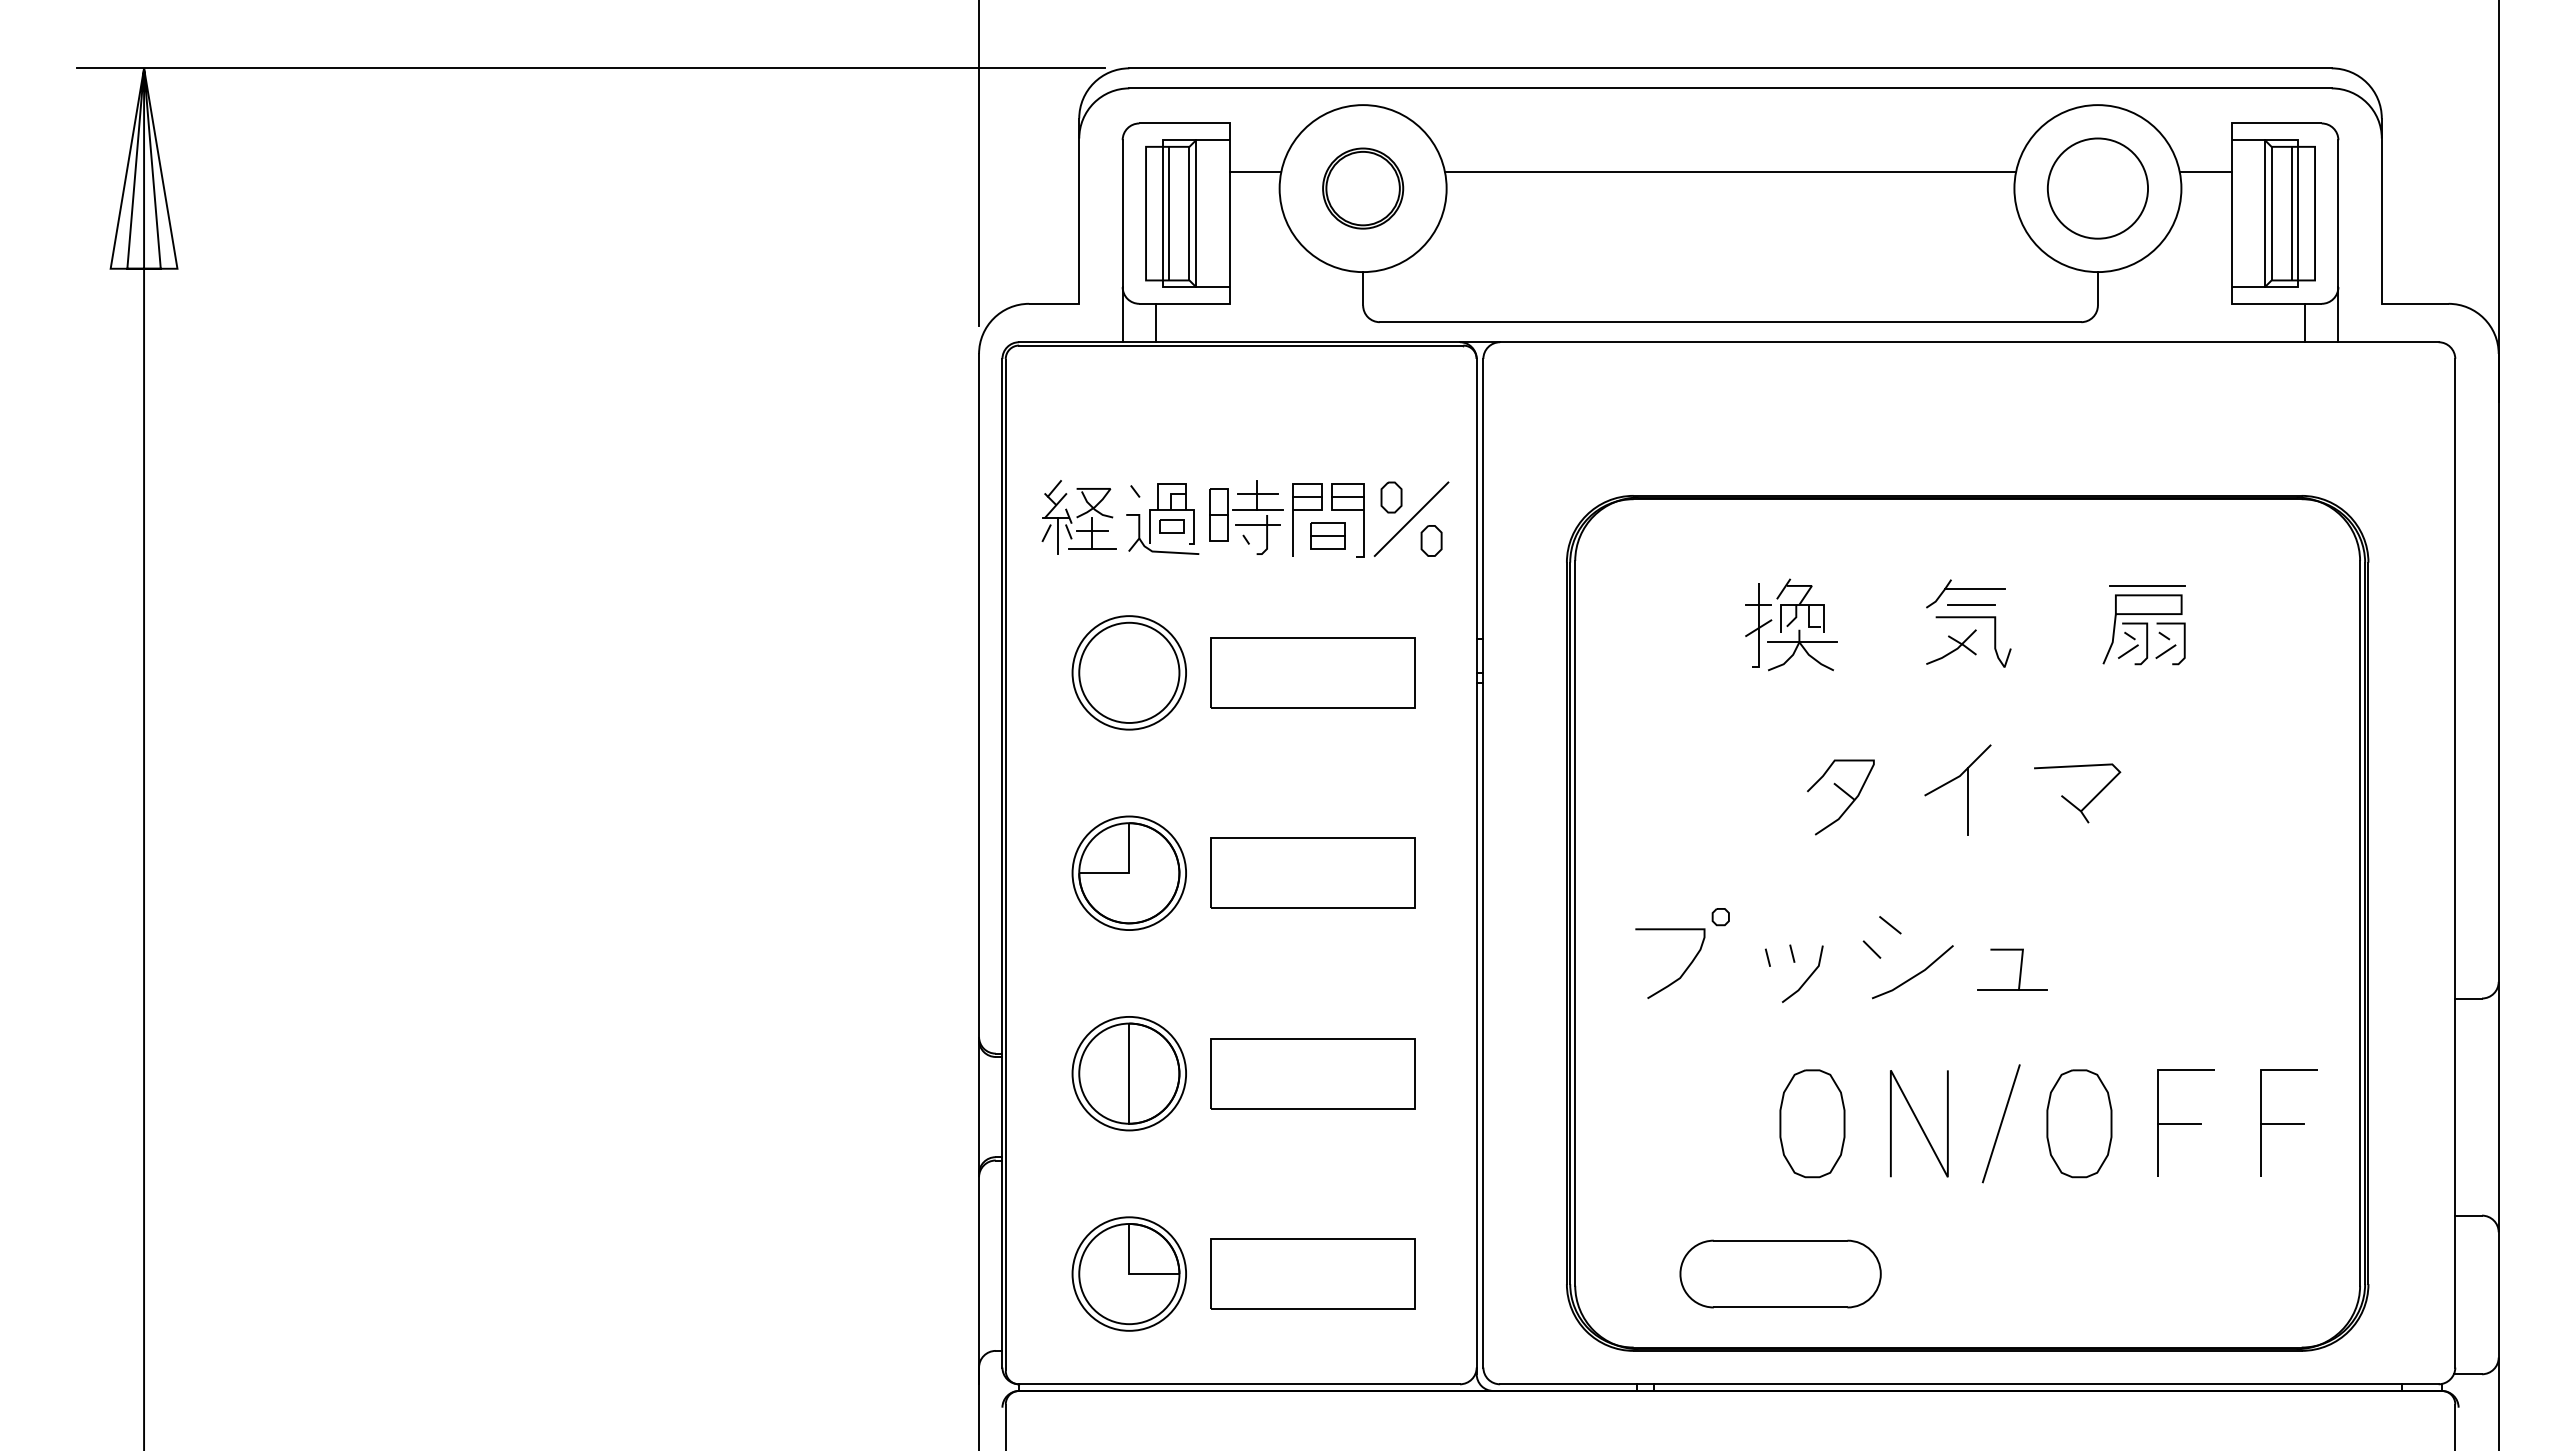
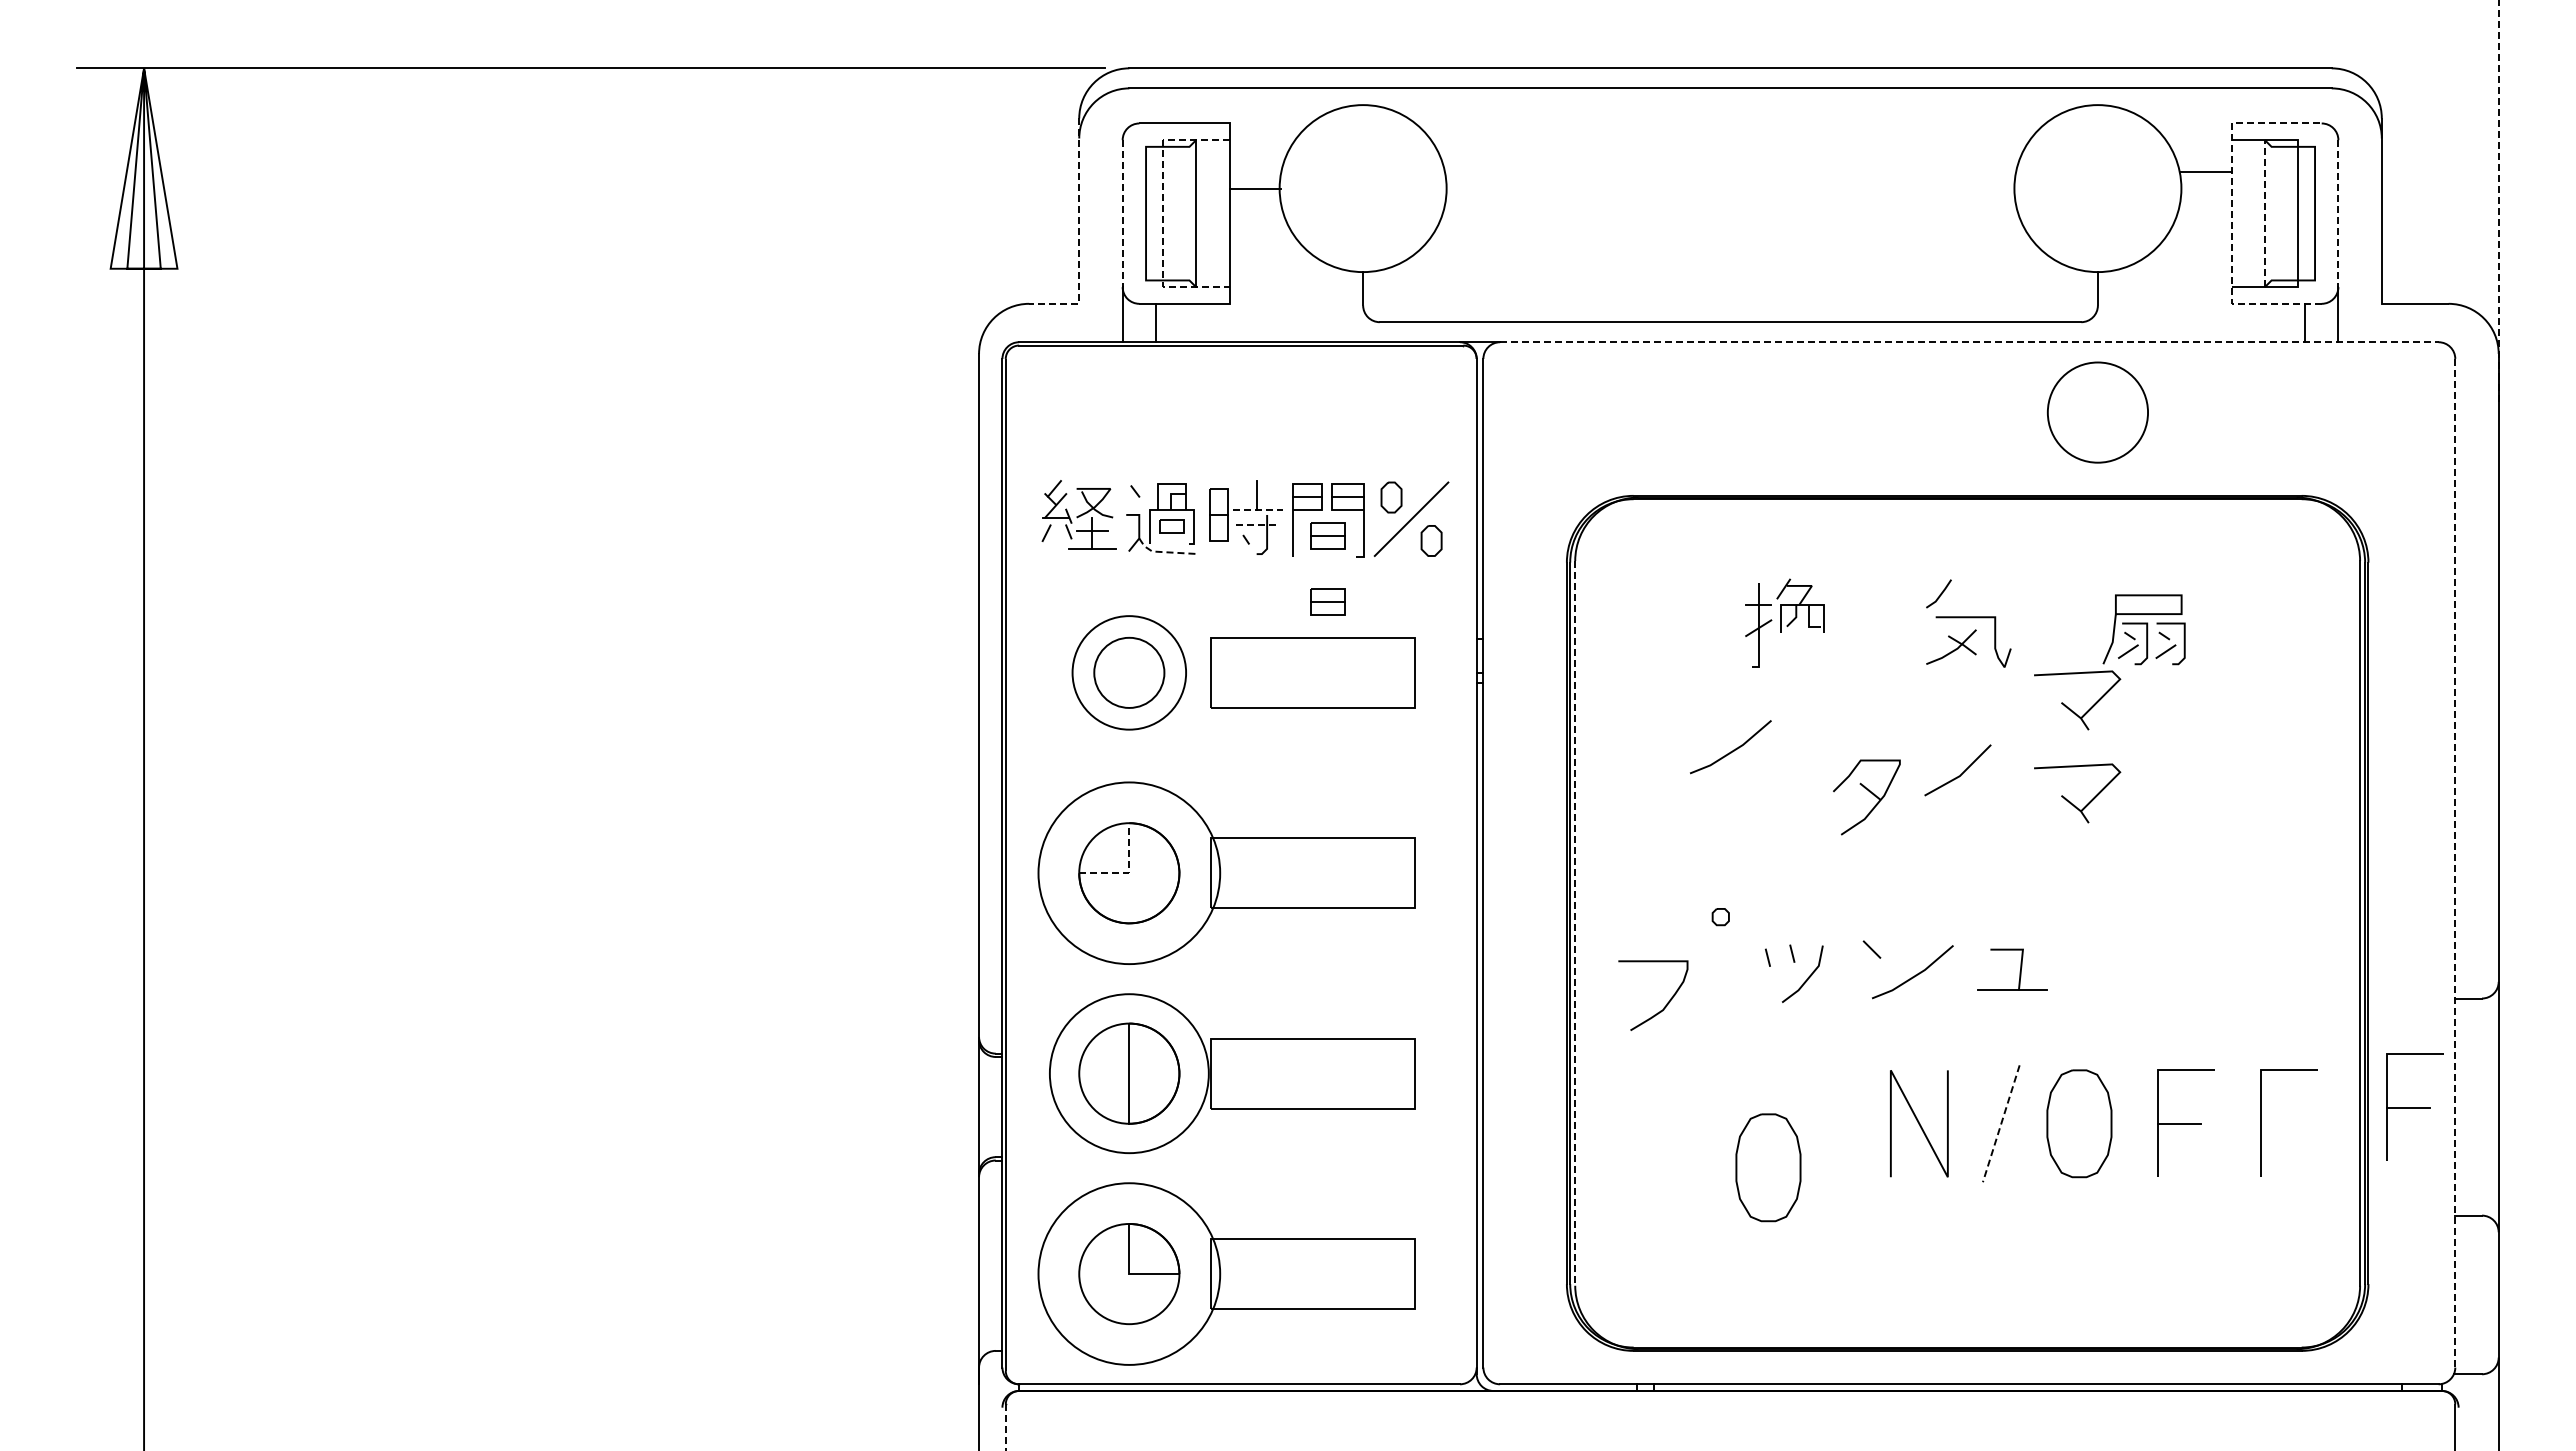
line at (979, 163): present -> none
line at (1255, 171) position: (1255, 171) -> (1255, 188)
line at (1730, 171): present -> none
part at (1363, 188): present -> none
circle at (2097, 188) position: (2097, 188) -> (2097, 412)
line at (2498, 201): solid -> dashed
line at (1169, 213): present -> none
line at (1189, 213): present -> none
line at (2231, 213): solid -> dashed
line at (2264, 213): solid -> dashed
line at (2271, 213): present -> none
line at (2291, 213): present -> none
line at (1122, 214): solid -> dashed
line at (1162, 214): solid -> dashed
line at (2338, 214): solid -> dashed
line at (1079, 237): solid -> dashed
line at (1969, 342): solid -> dashed
line at (1257, 494): present -> none
line at (1257, 509): solid -> dashed
line at (1258, 525): solid -> dashed
line at (1058, 535): present -> none
line at (1165, 552): solid -> dashed
line at (2146, 585): present -> none
line at (1974, 589): present -> none
part at (1327, 601): none -> present
line at (1971, 604): present -> none
part at (1802, 650): present -> none
circle at (1129, 672) diameter: 100 px -> 70 px
part at (2069, 707): none -> present
line at (1733, 749): none -> present
part at (1840, 797) position: (1840, 797) -> (1866, 797)
line at (1967, 801): present -> none
line at (2455, 863): solid -> dashed
circle at (1129, 873) diameter: 114 px -> 182 px
line at (1129, 873): solid -> dashed
line at (1575, 923): solid -> dashed
line at (1890, 925): present -> none
curve at (1683, 971) position: (1683, 971) -> (1666, 1003)
circle at (1129, 1073) diameter: 114 px -> 159 px
part at (2414, 1106): none -> present
part at (1812, 1123) position: (1812, 1123) -> (1768, 1167)
line at (2282, 1123): present -> none
line at (2001, 1124): solid -> dashed
circle at (1129, 1273) diameter: 114 px -> 182 px
part at (1780, 1273): present -> none
line at (1005, 1427): solid -> dashed
